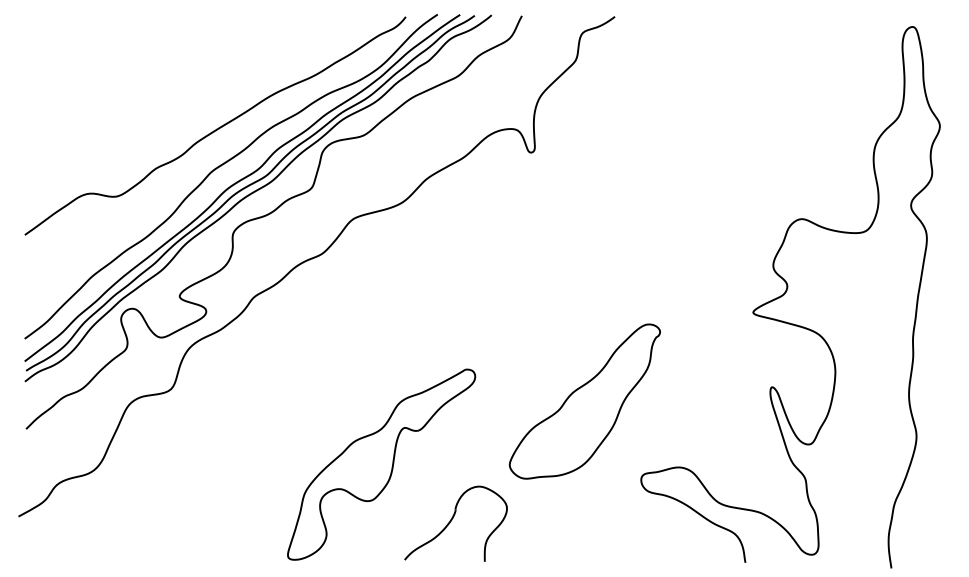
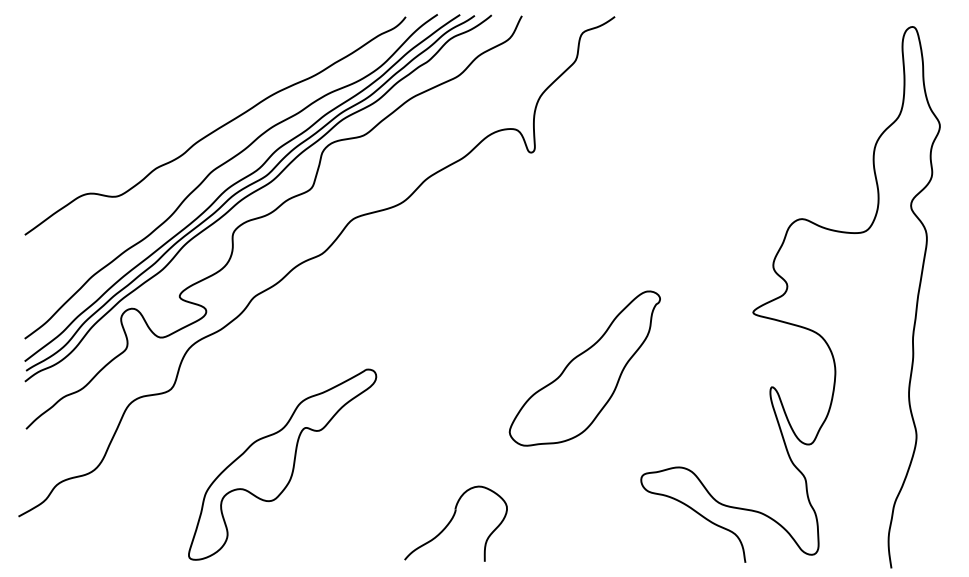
part at (584, 401) position: (584, 401) -> (584, 368)
part at (381, 464) position: (381, 464) -> (282, 464)
